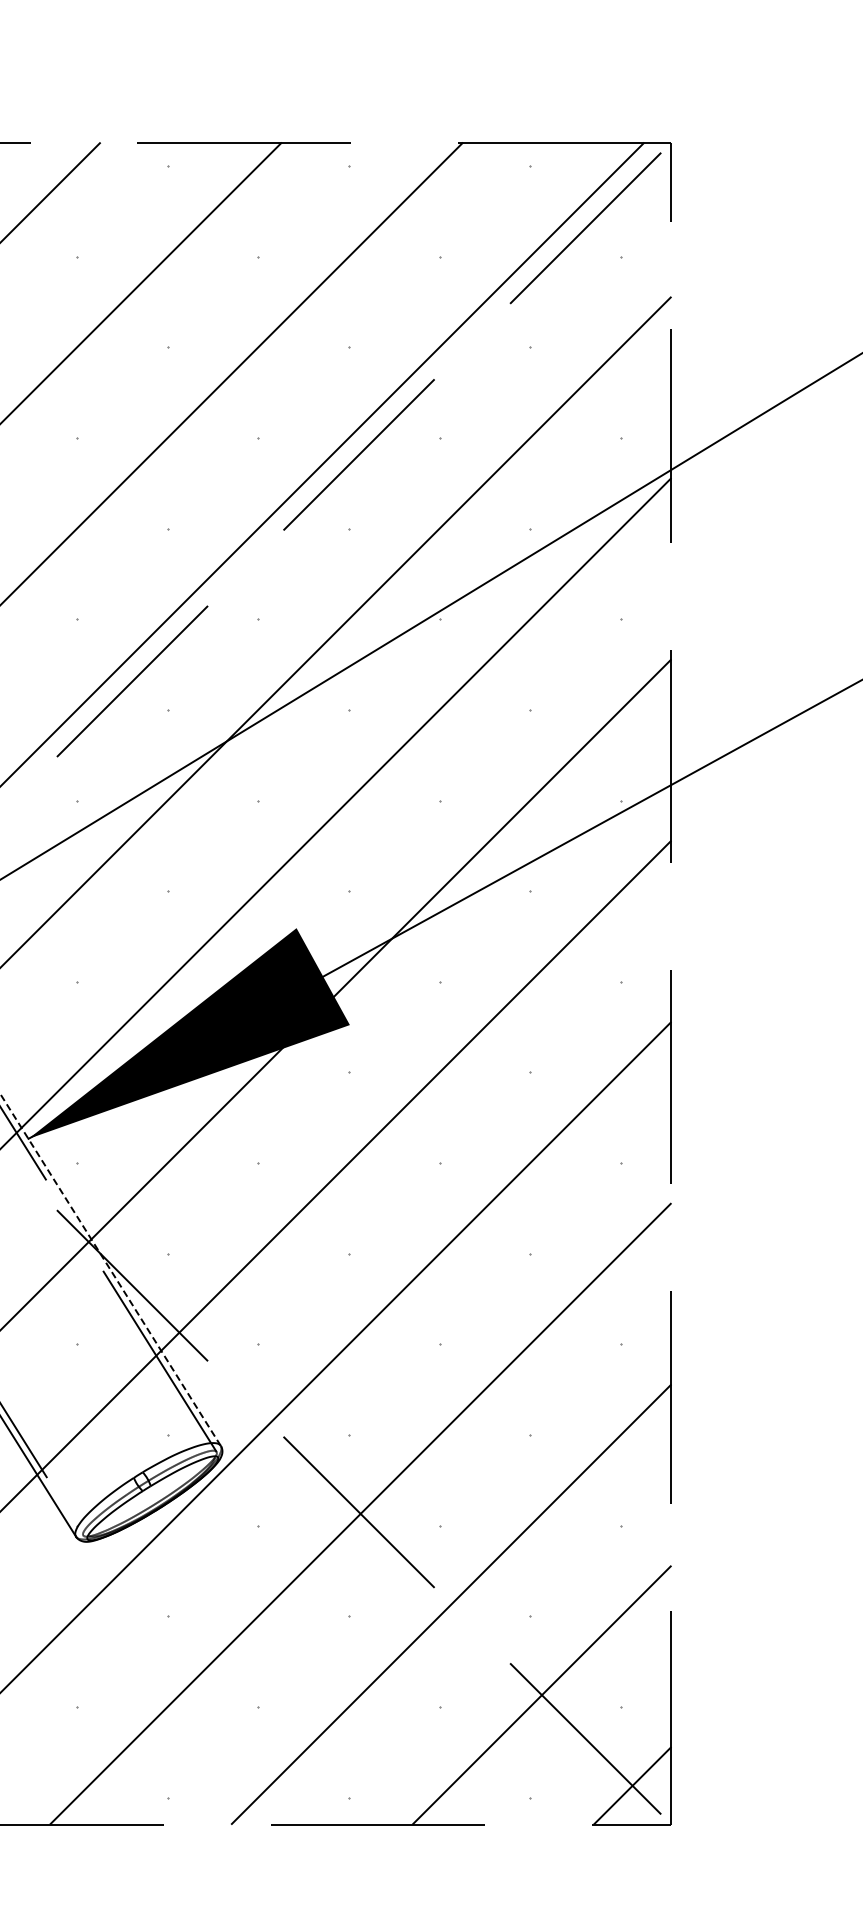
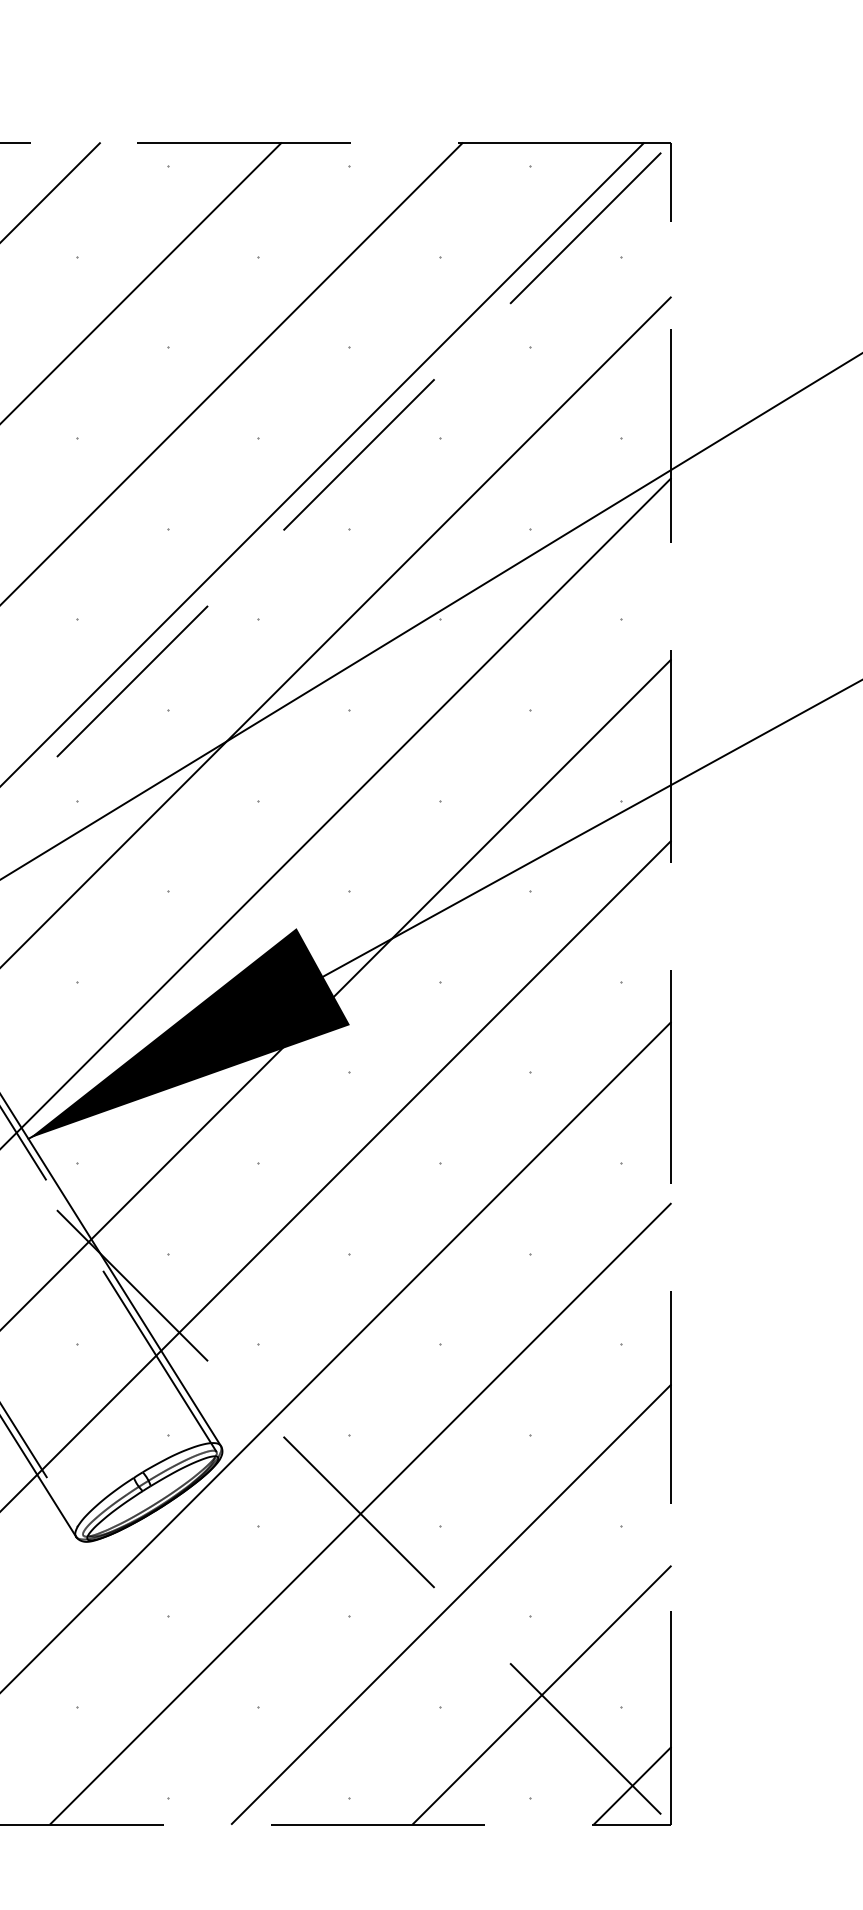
line at (110, 1269): dashed -> solid
